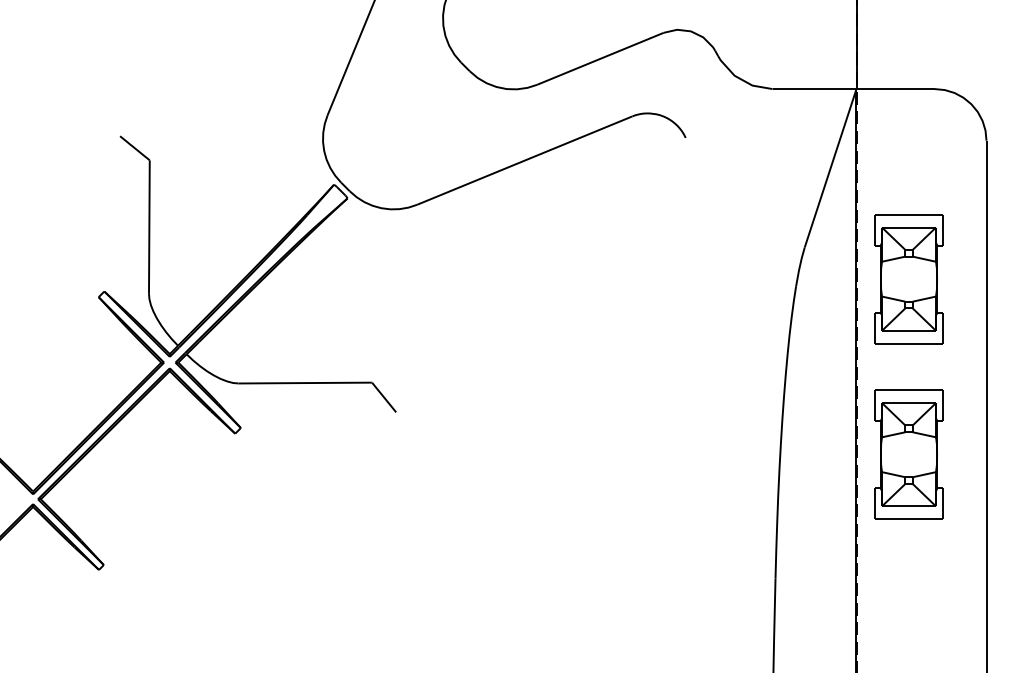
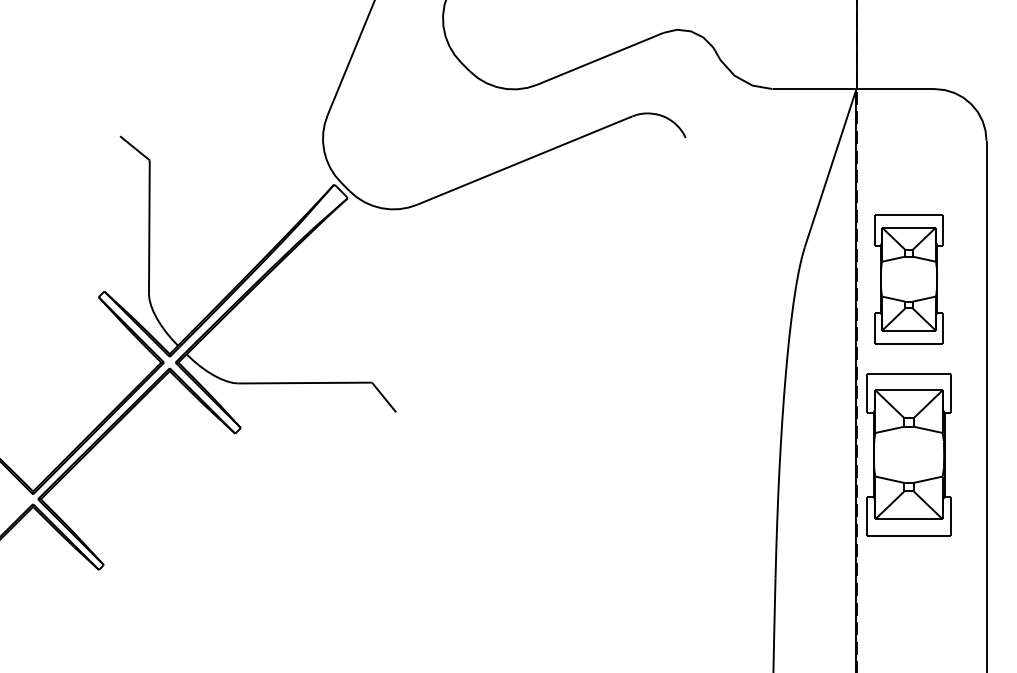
part at (908, 454) size: 70x131 px -> 86x164 px
